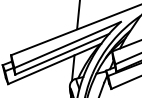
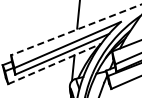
line at (76, 29): solid -> dashed
line at (54, 63): solid -> dashed
